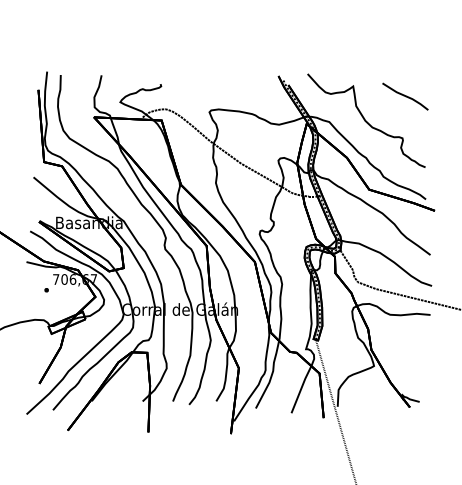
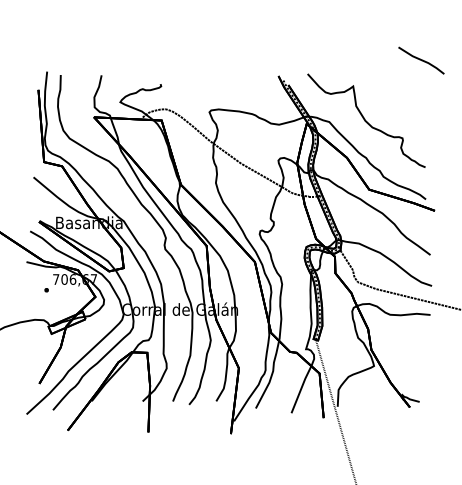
line at (405, 96) position: (405, 96) -> (421, 60)
